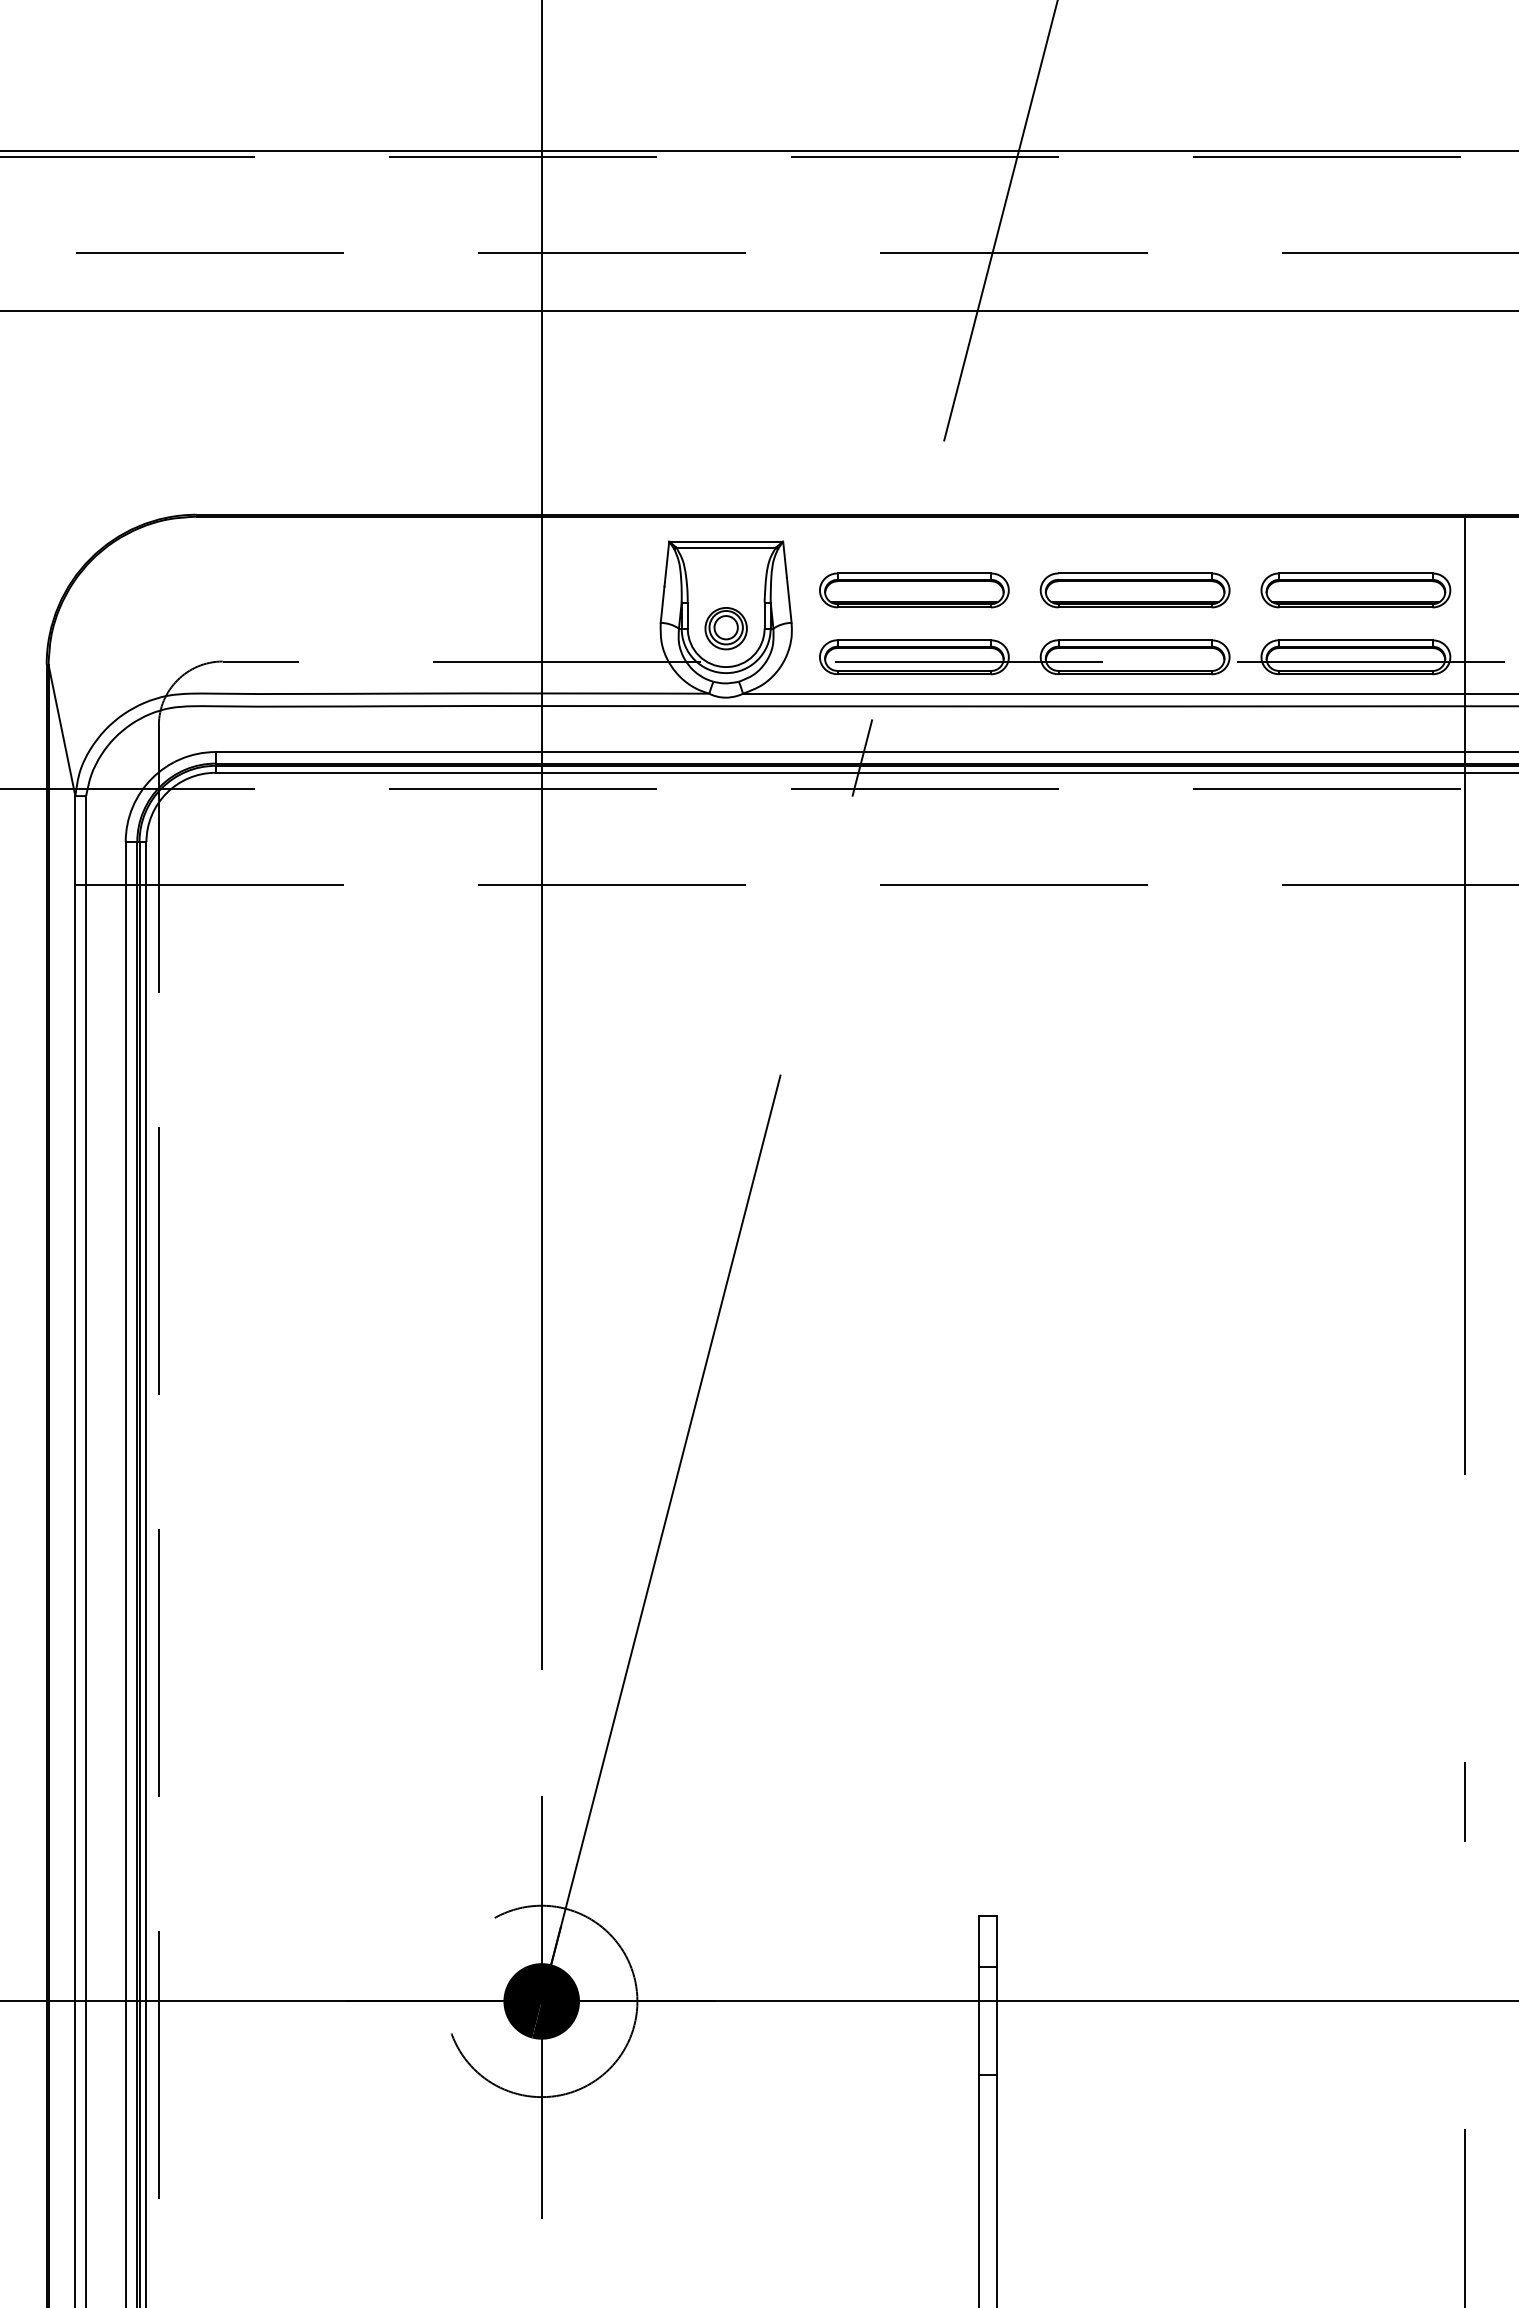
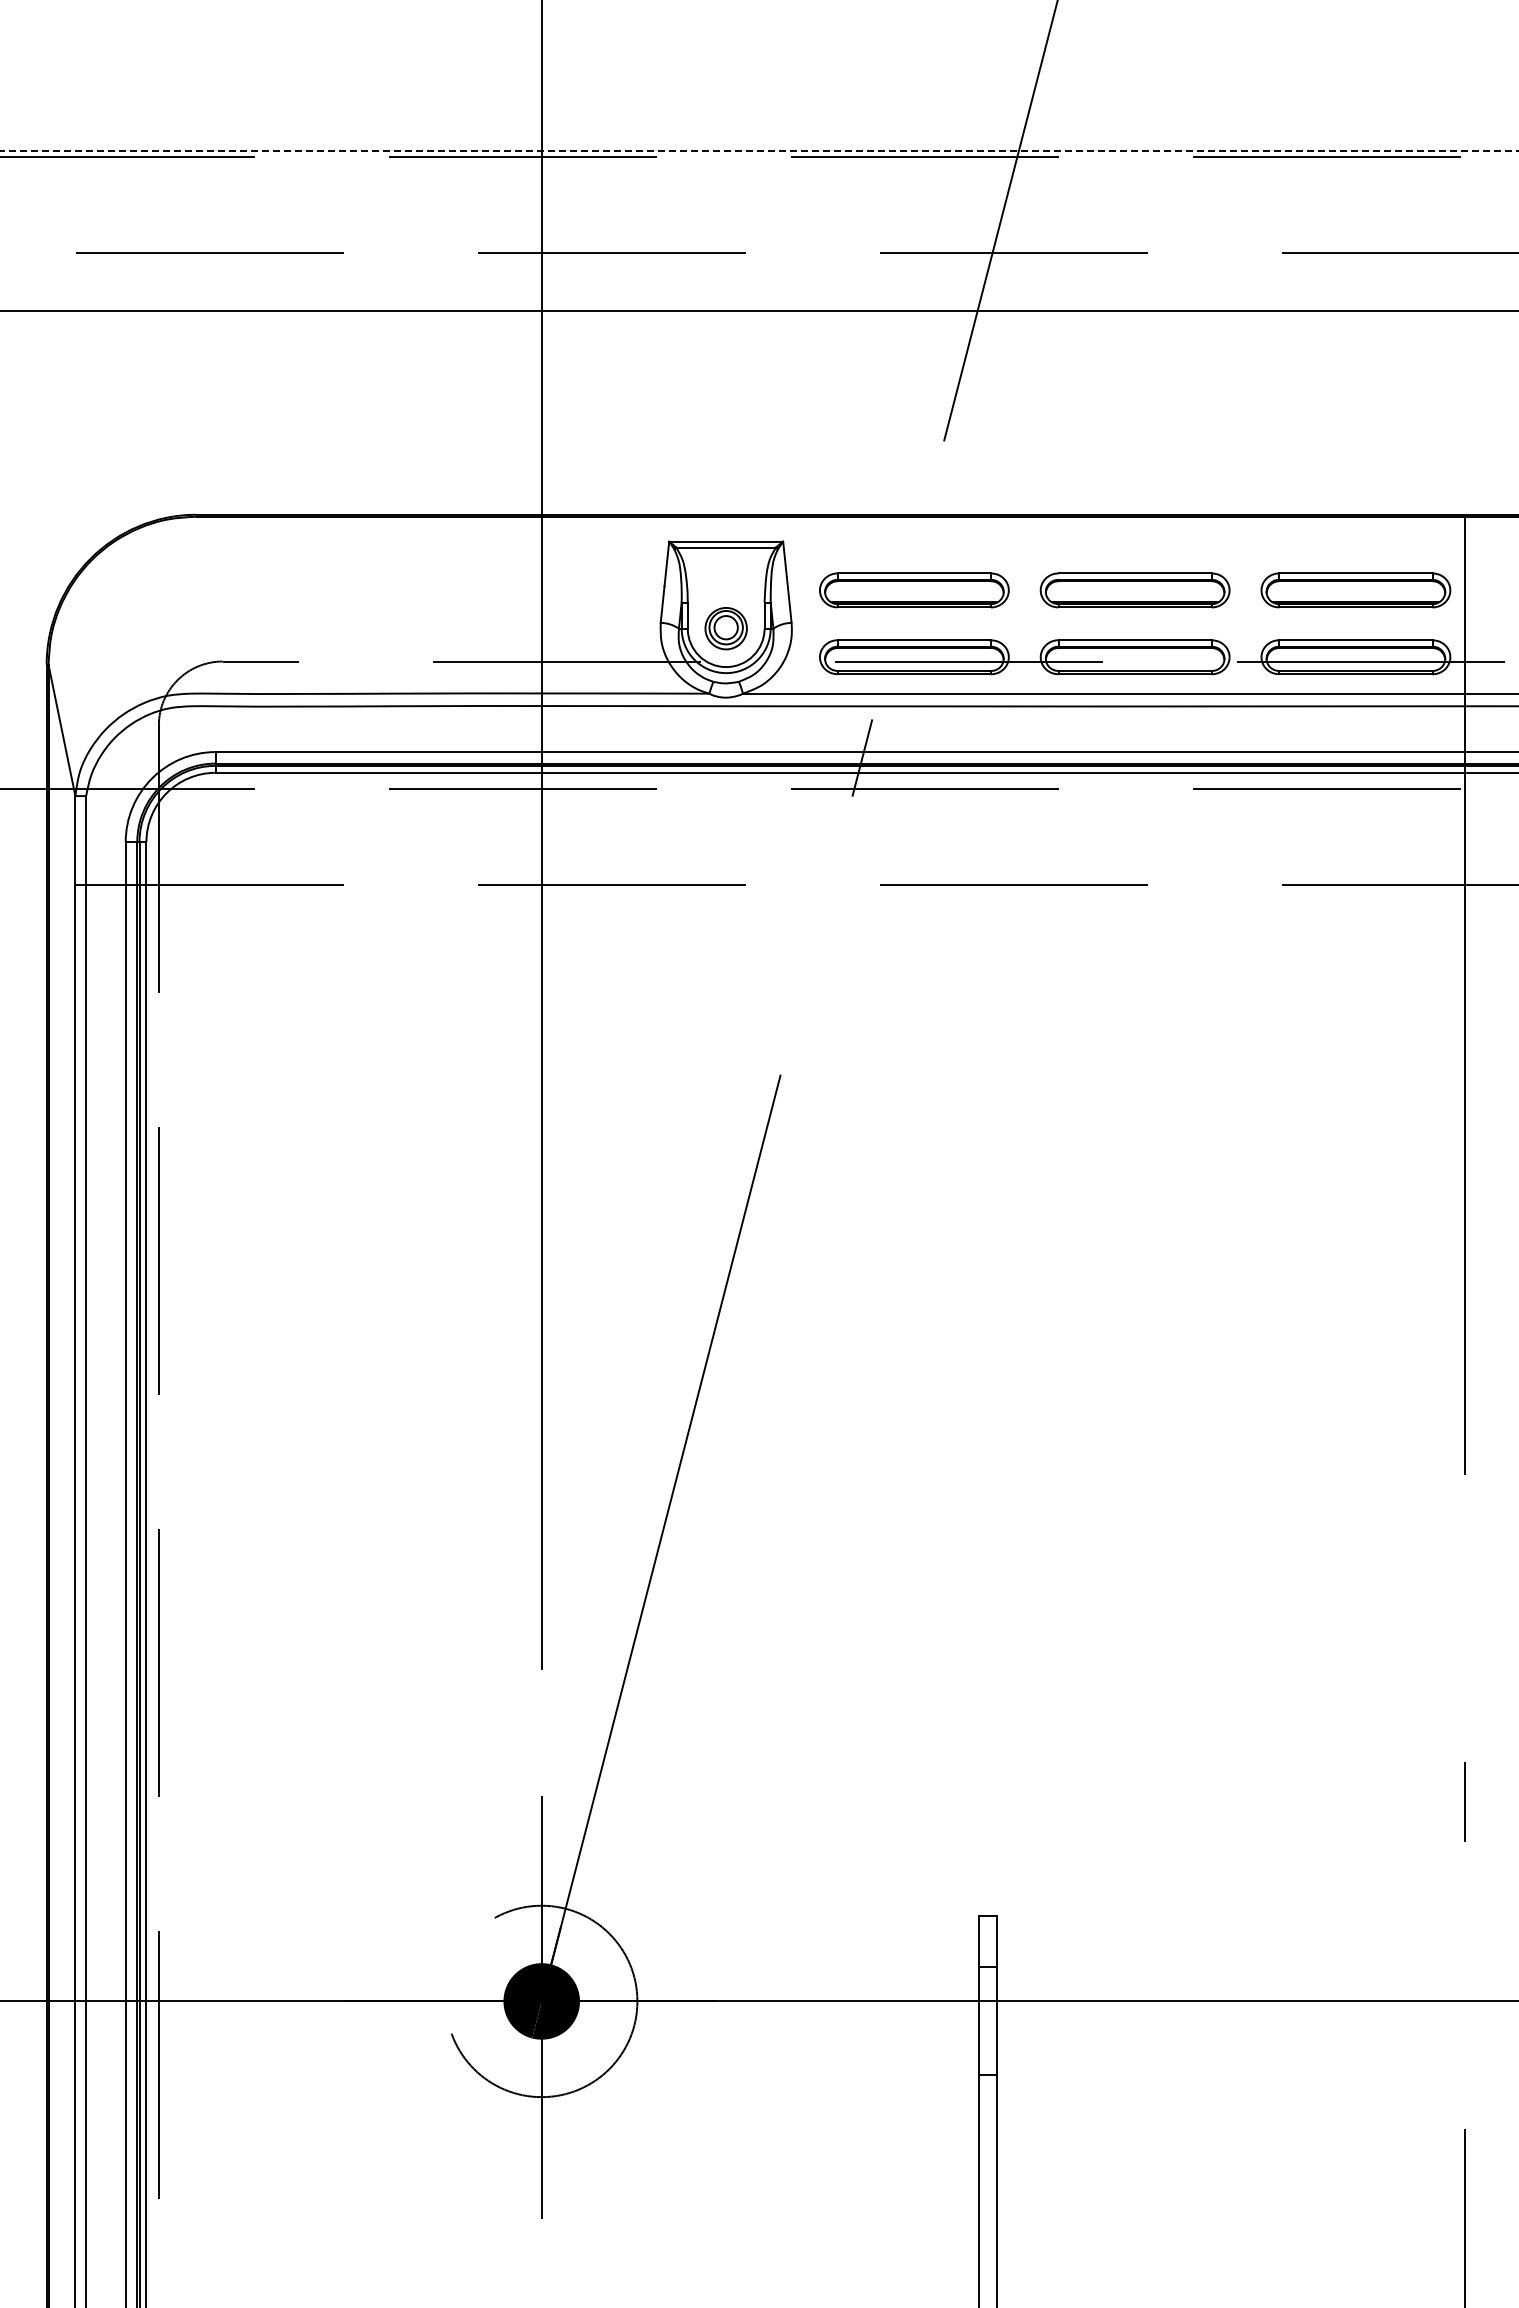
line at (759, 151): solid -> dashed
